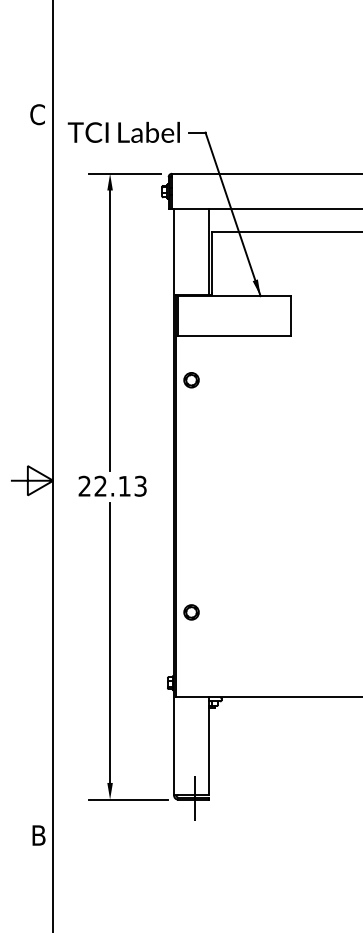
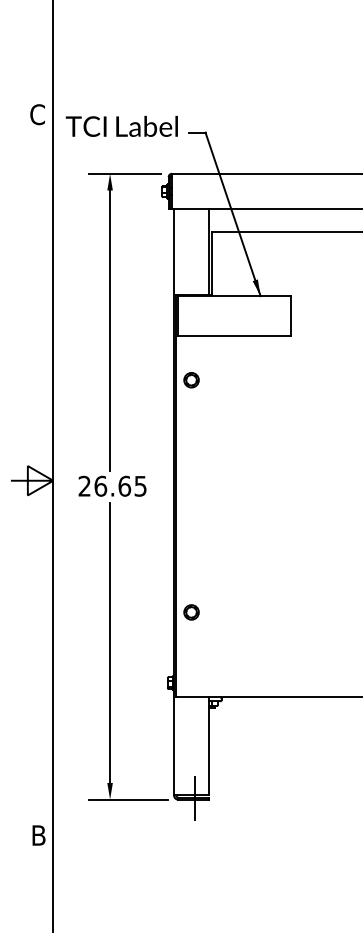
text at (123, 131) position: (123, 131) -> (121, 125)
text at (120, 485): 22.13 -> 26.65
